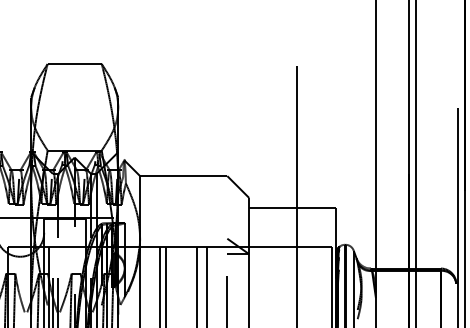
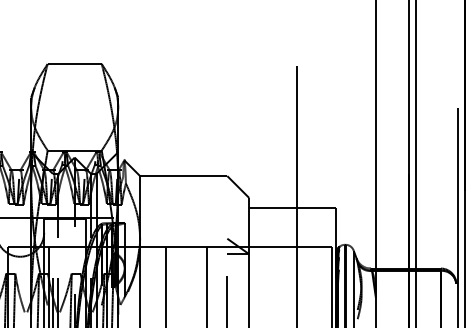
line at (159, 285): present -> none
line at (196, 285): present -> none
